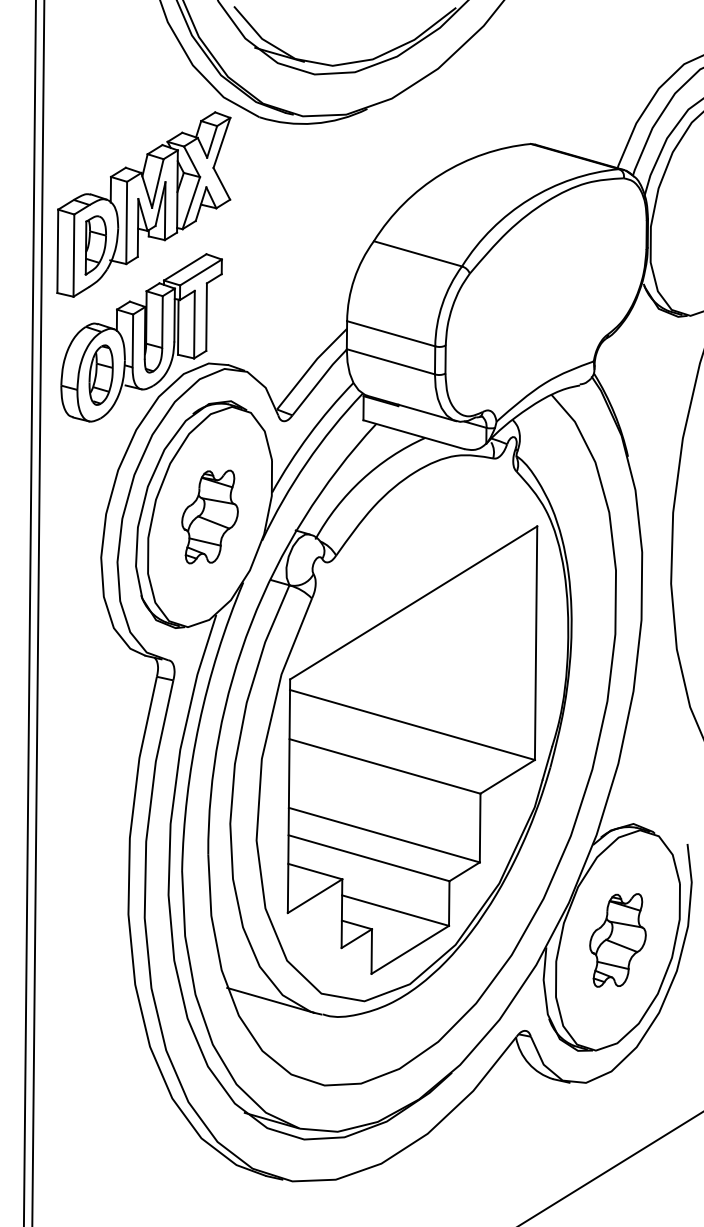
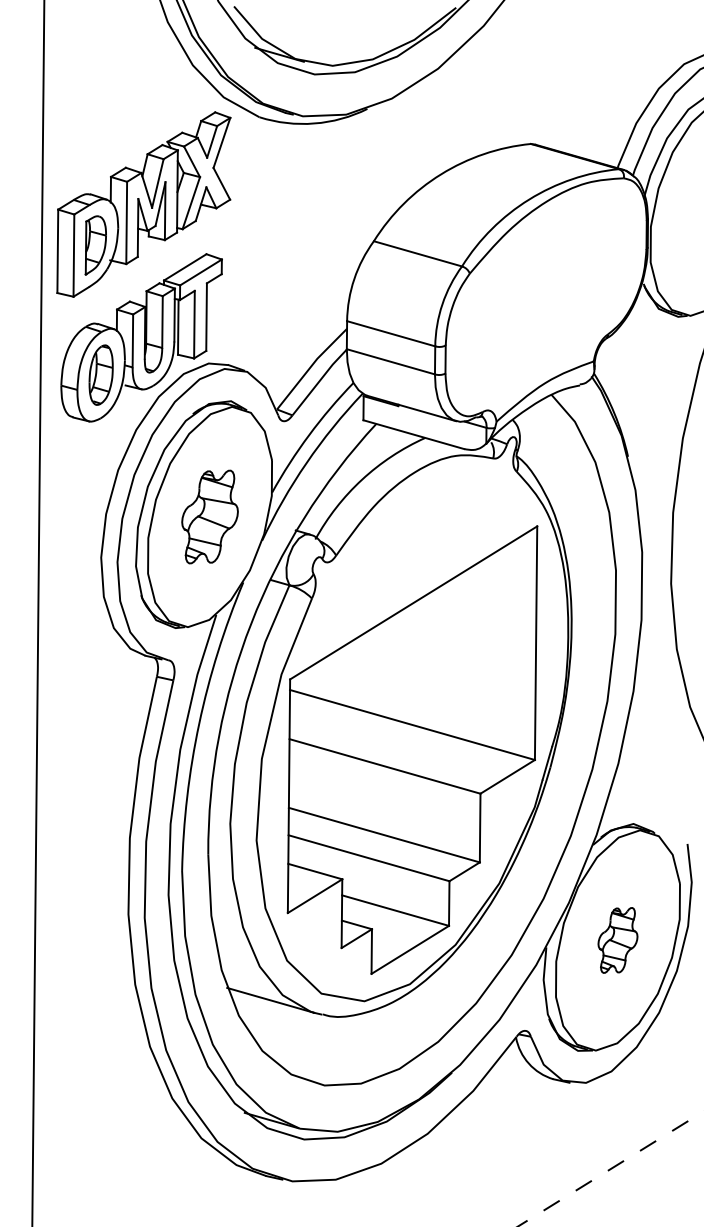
line at (29, 612): present -> none
part at (617, 940) size: 58x95 px -> 42x67 px
line at (610, 1169): solid -> dashed
